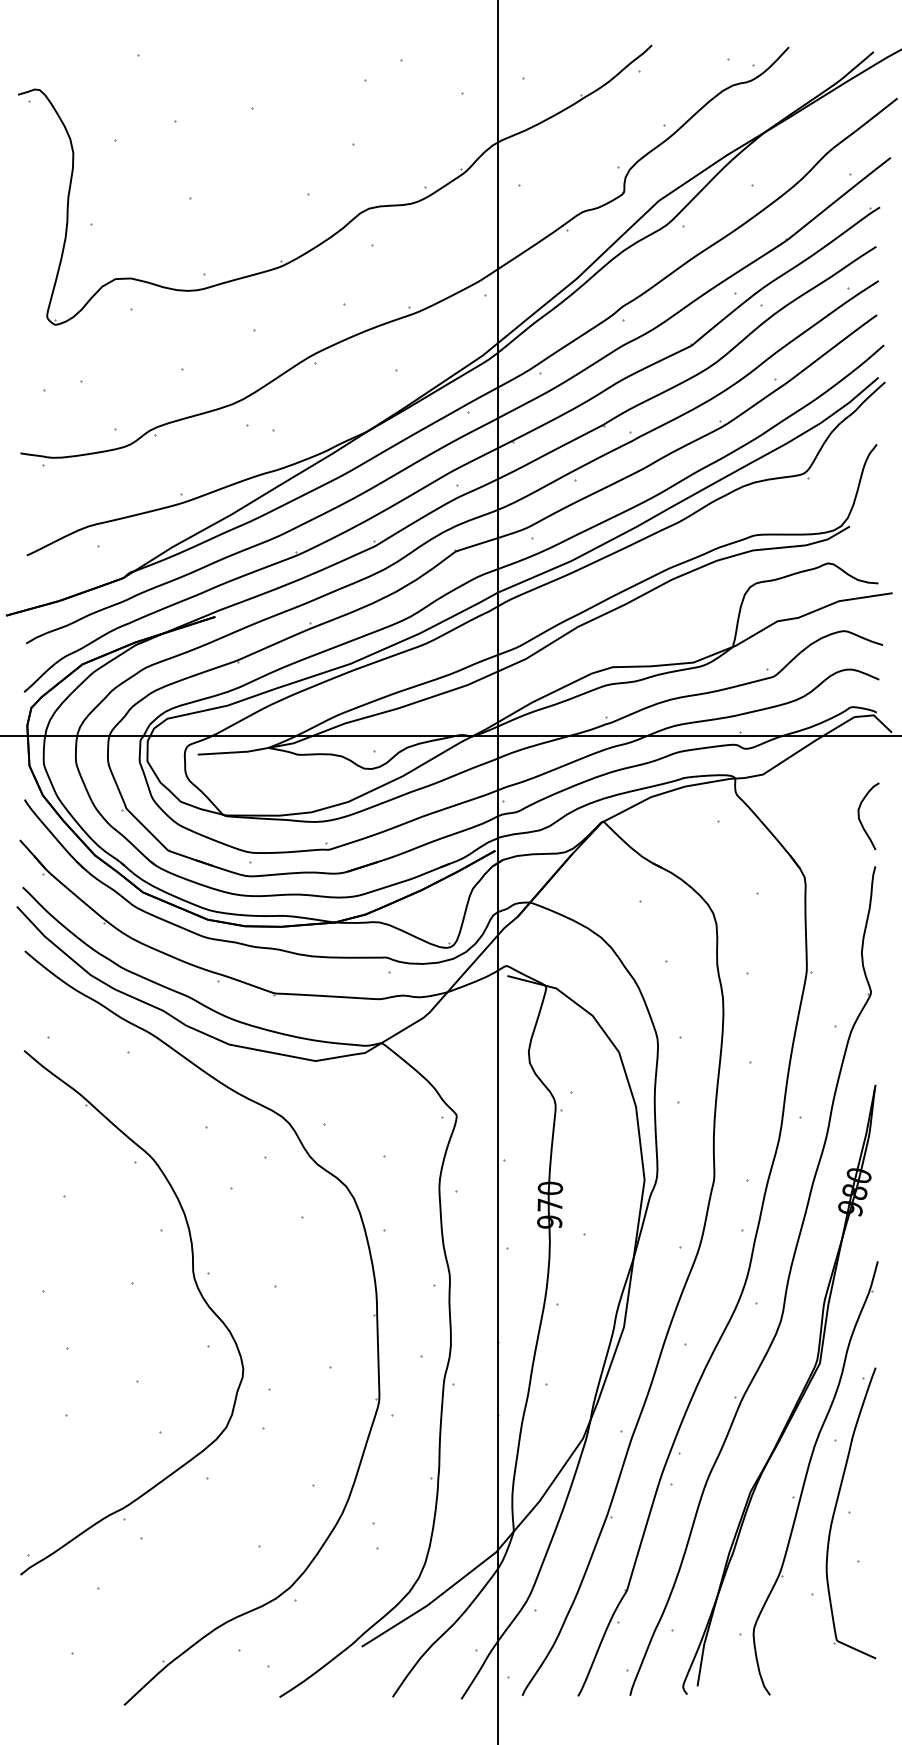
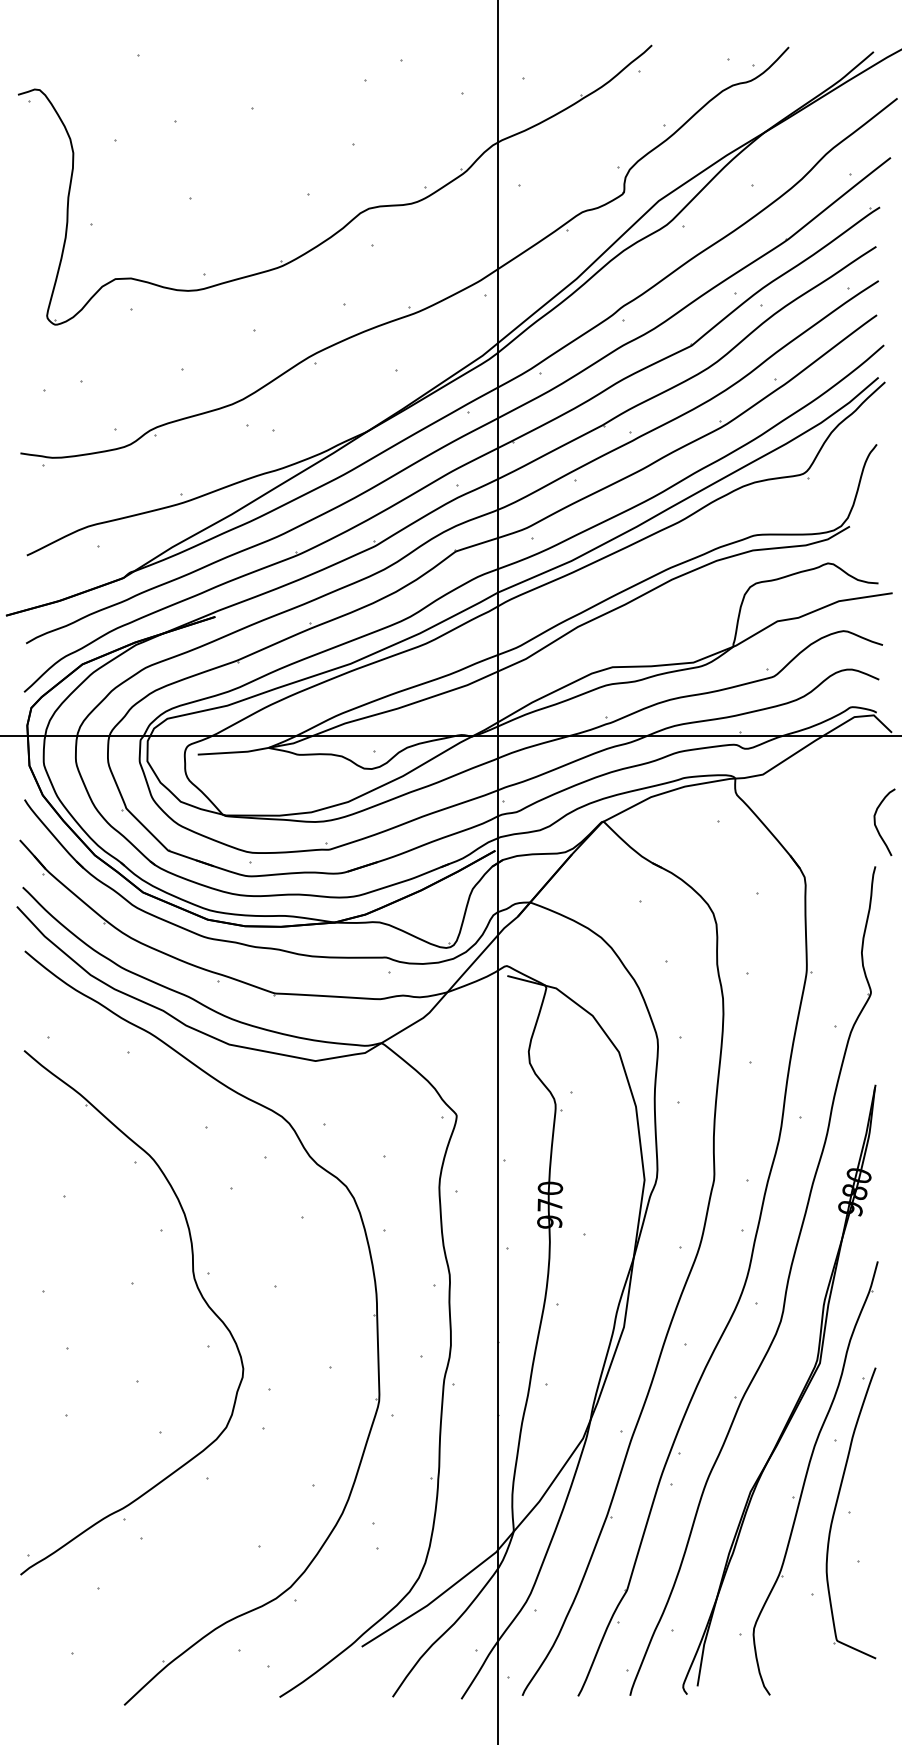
curve at (860, 819) position: (860, 819) -> (876, 825)
